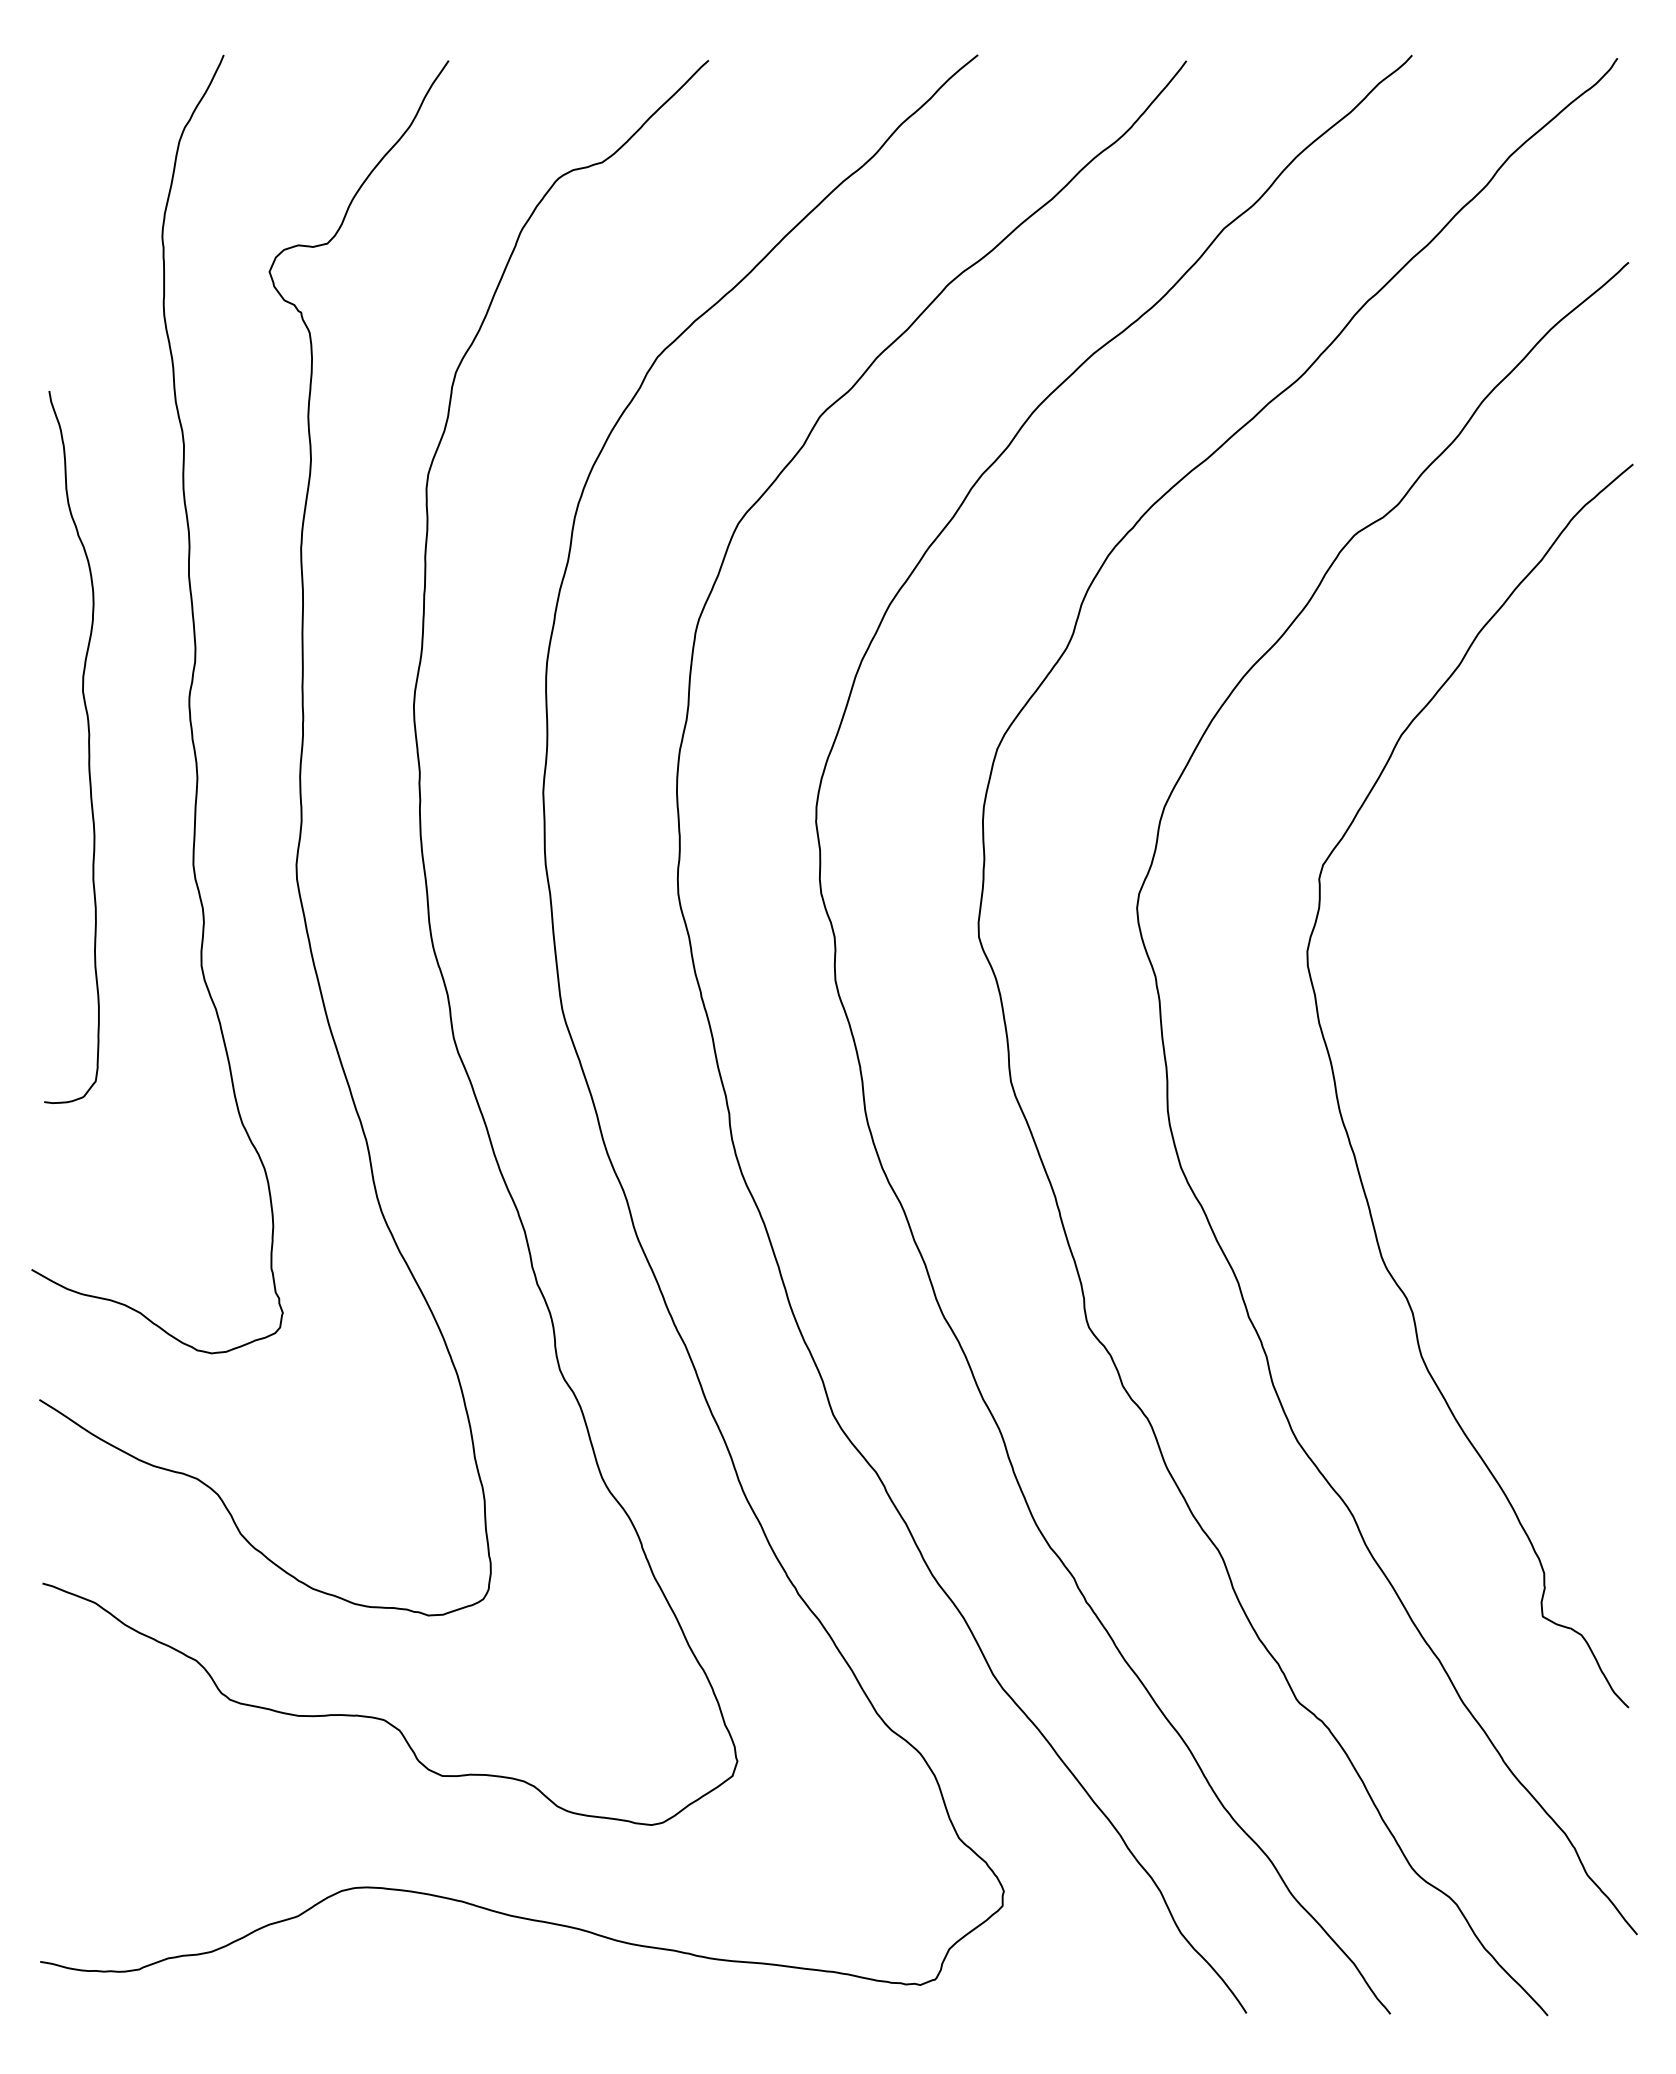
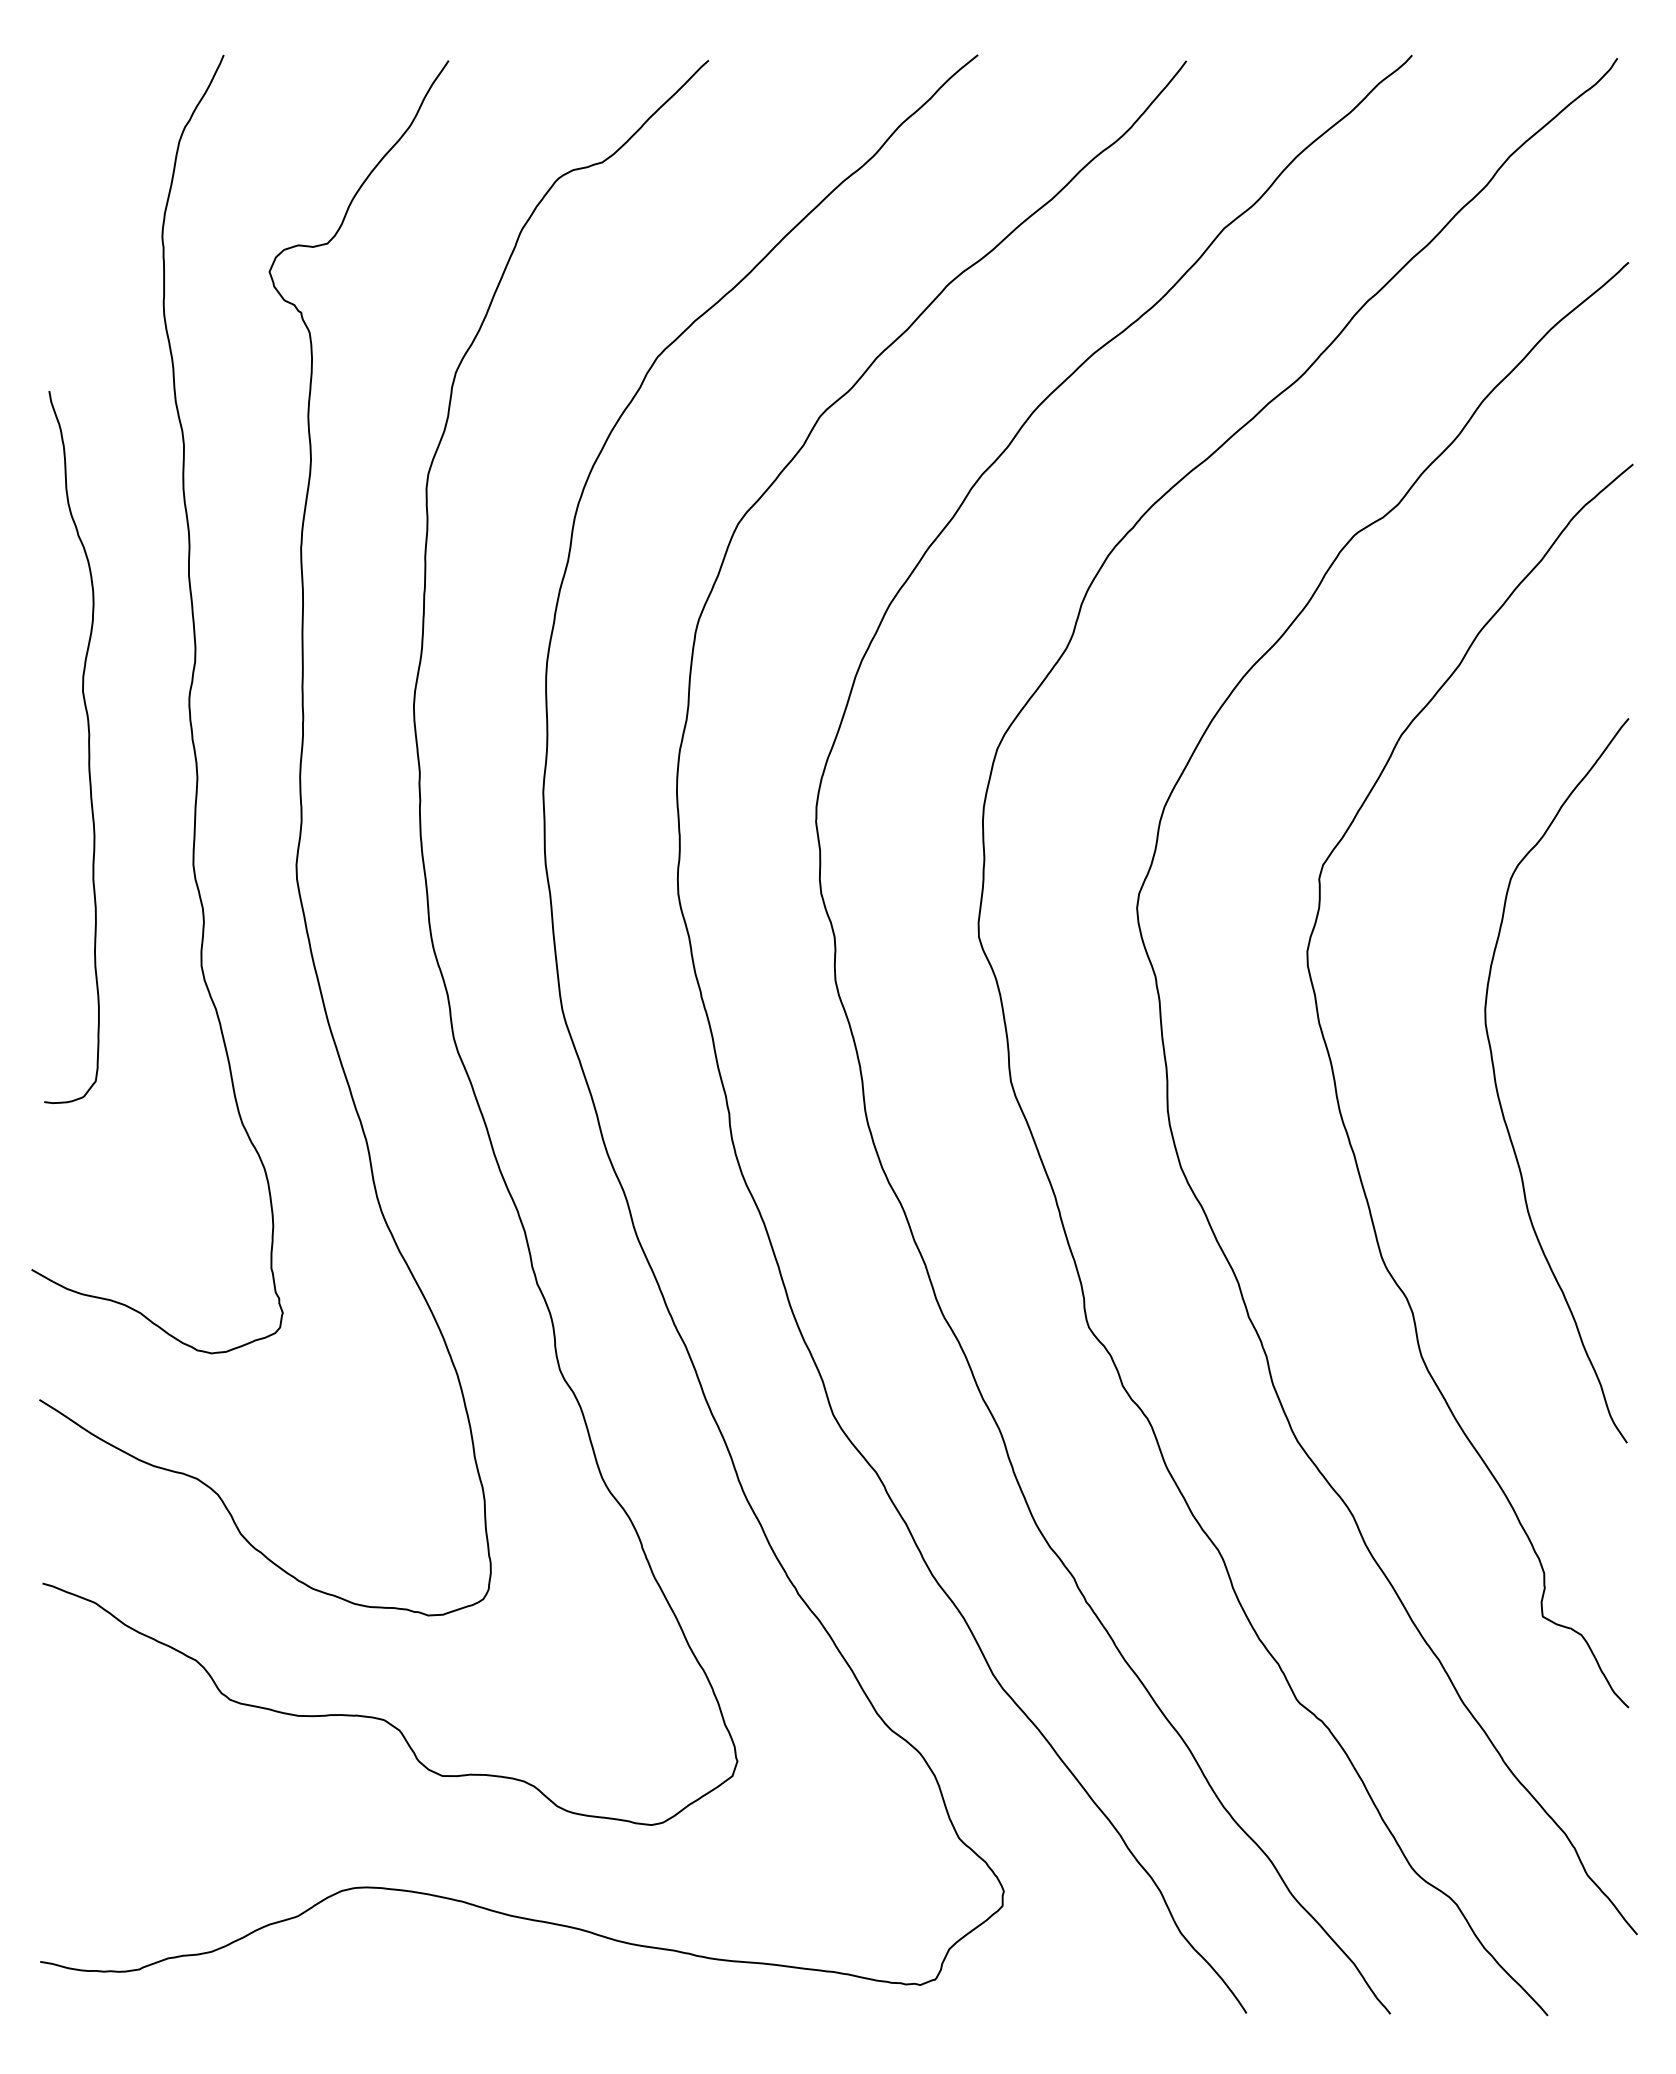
curve at (1498, 1091): none -> present
